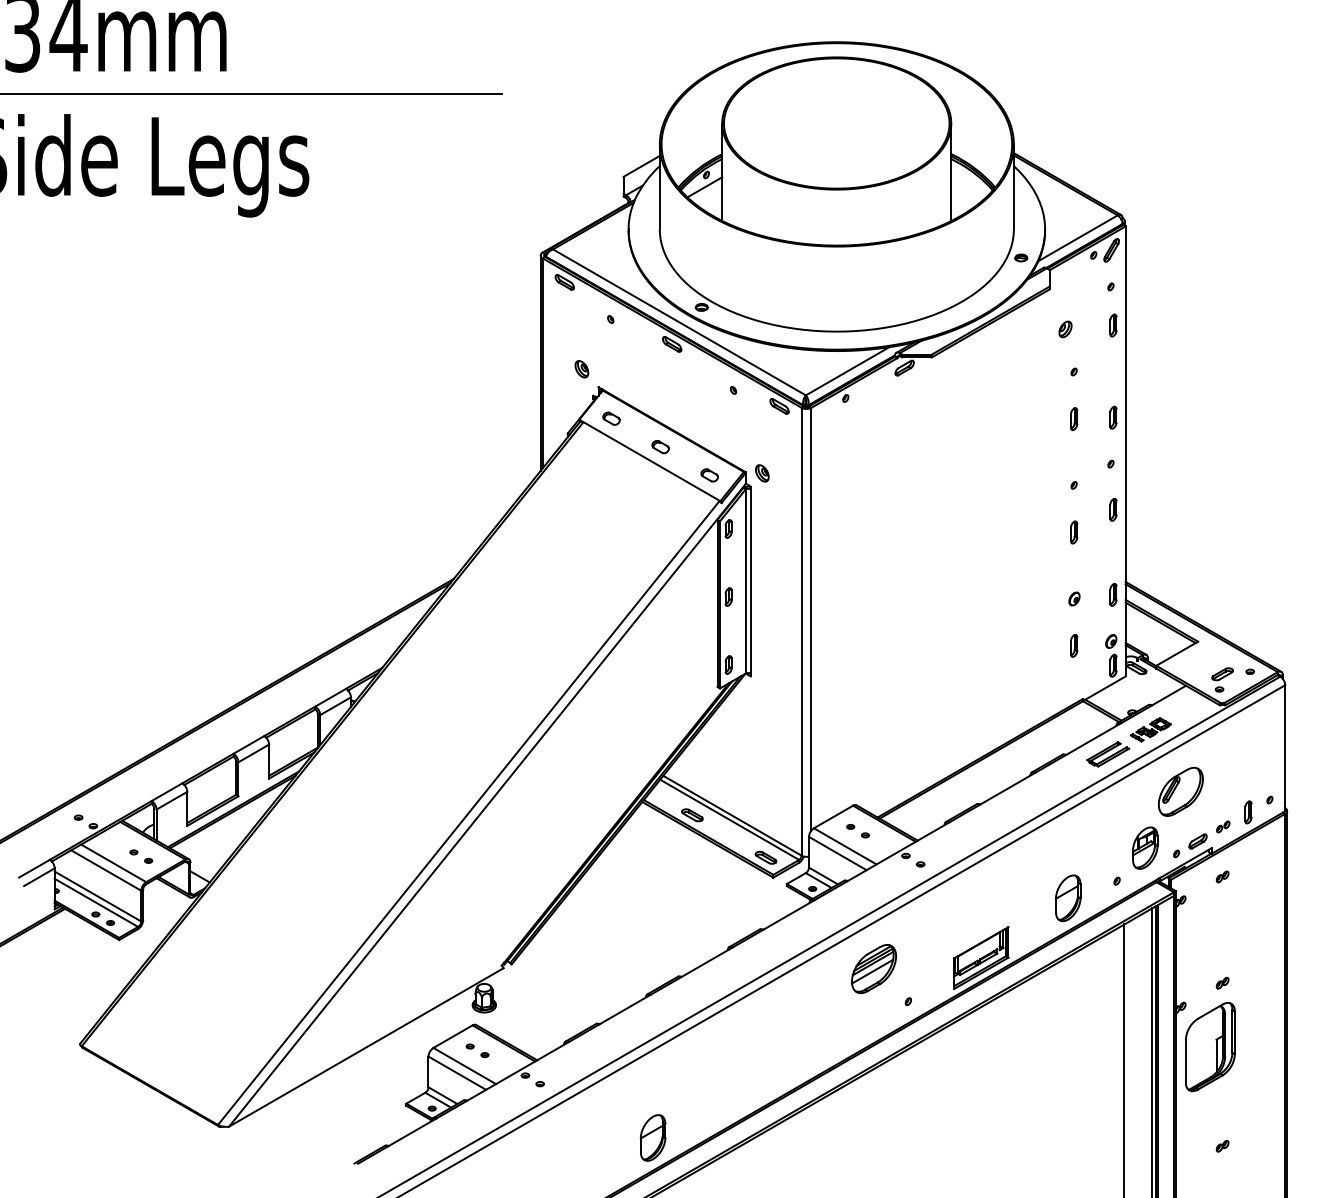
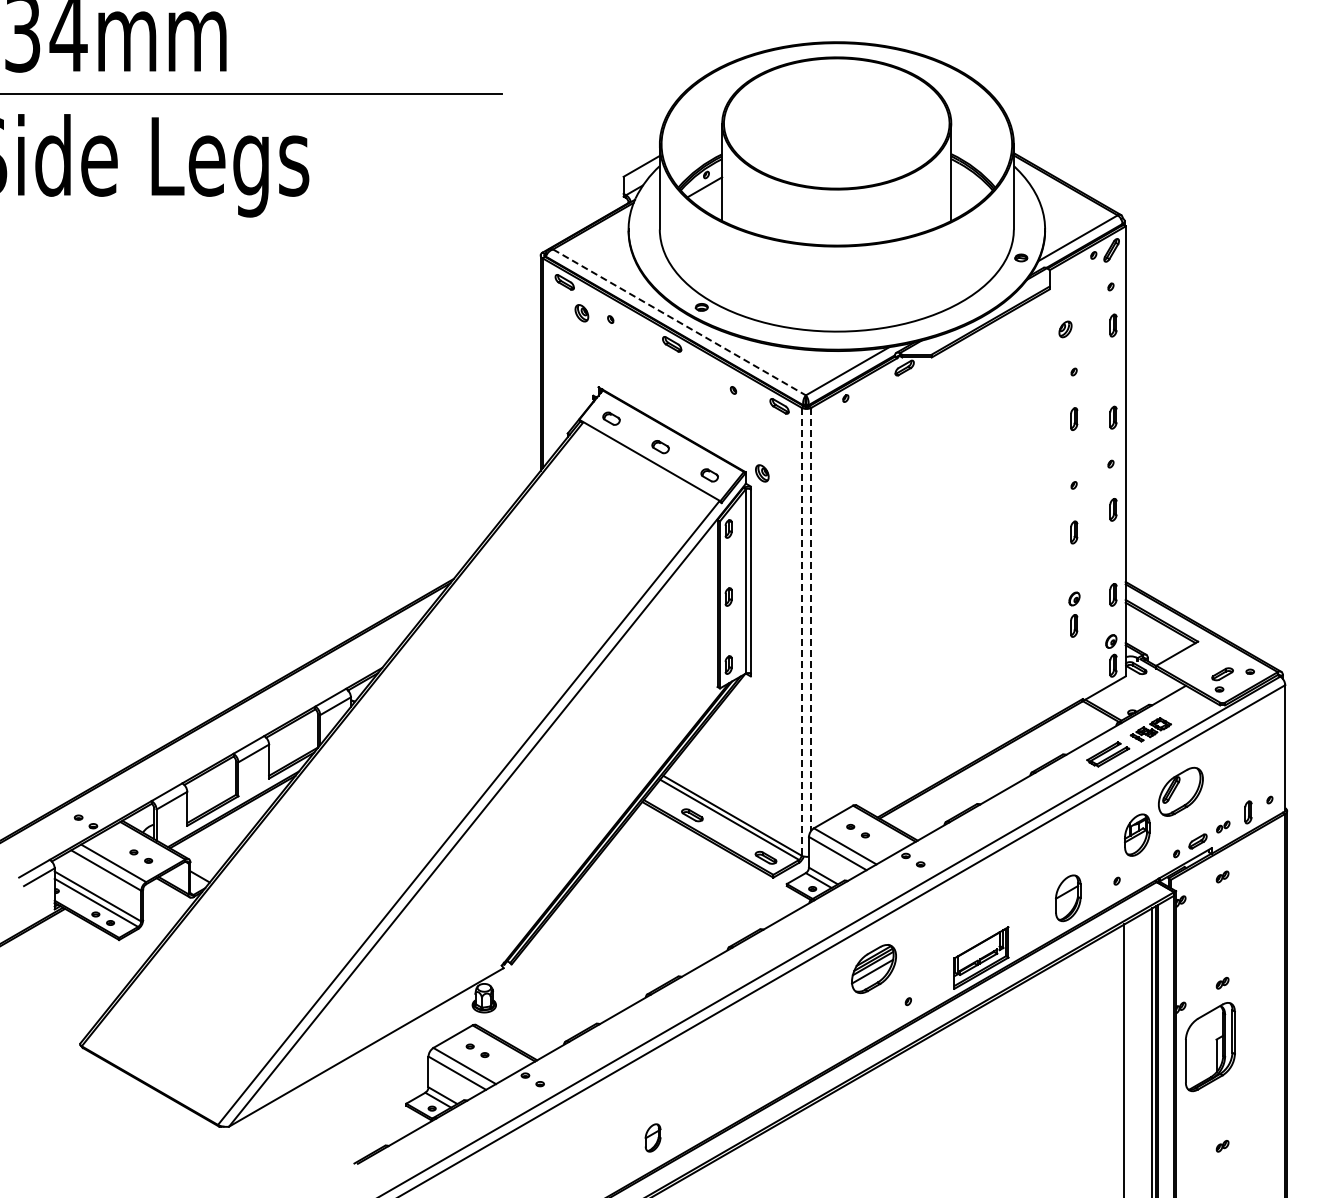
line at (679, 322): solid -> dashed
part at (581, 369) position: (581, 369) -> (581, 313)
line at (811, 619): solid -> dashed
line at (801, 631): solid -> dashed
part at (1074, 645) position: (1074, 645) -> (1074, 625)
part at (1145, 847) position: (1145, 847) -> (1137, 834)
part at (652, 1137) size: 28x48 px -> 18x30 px
